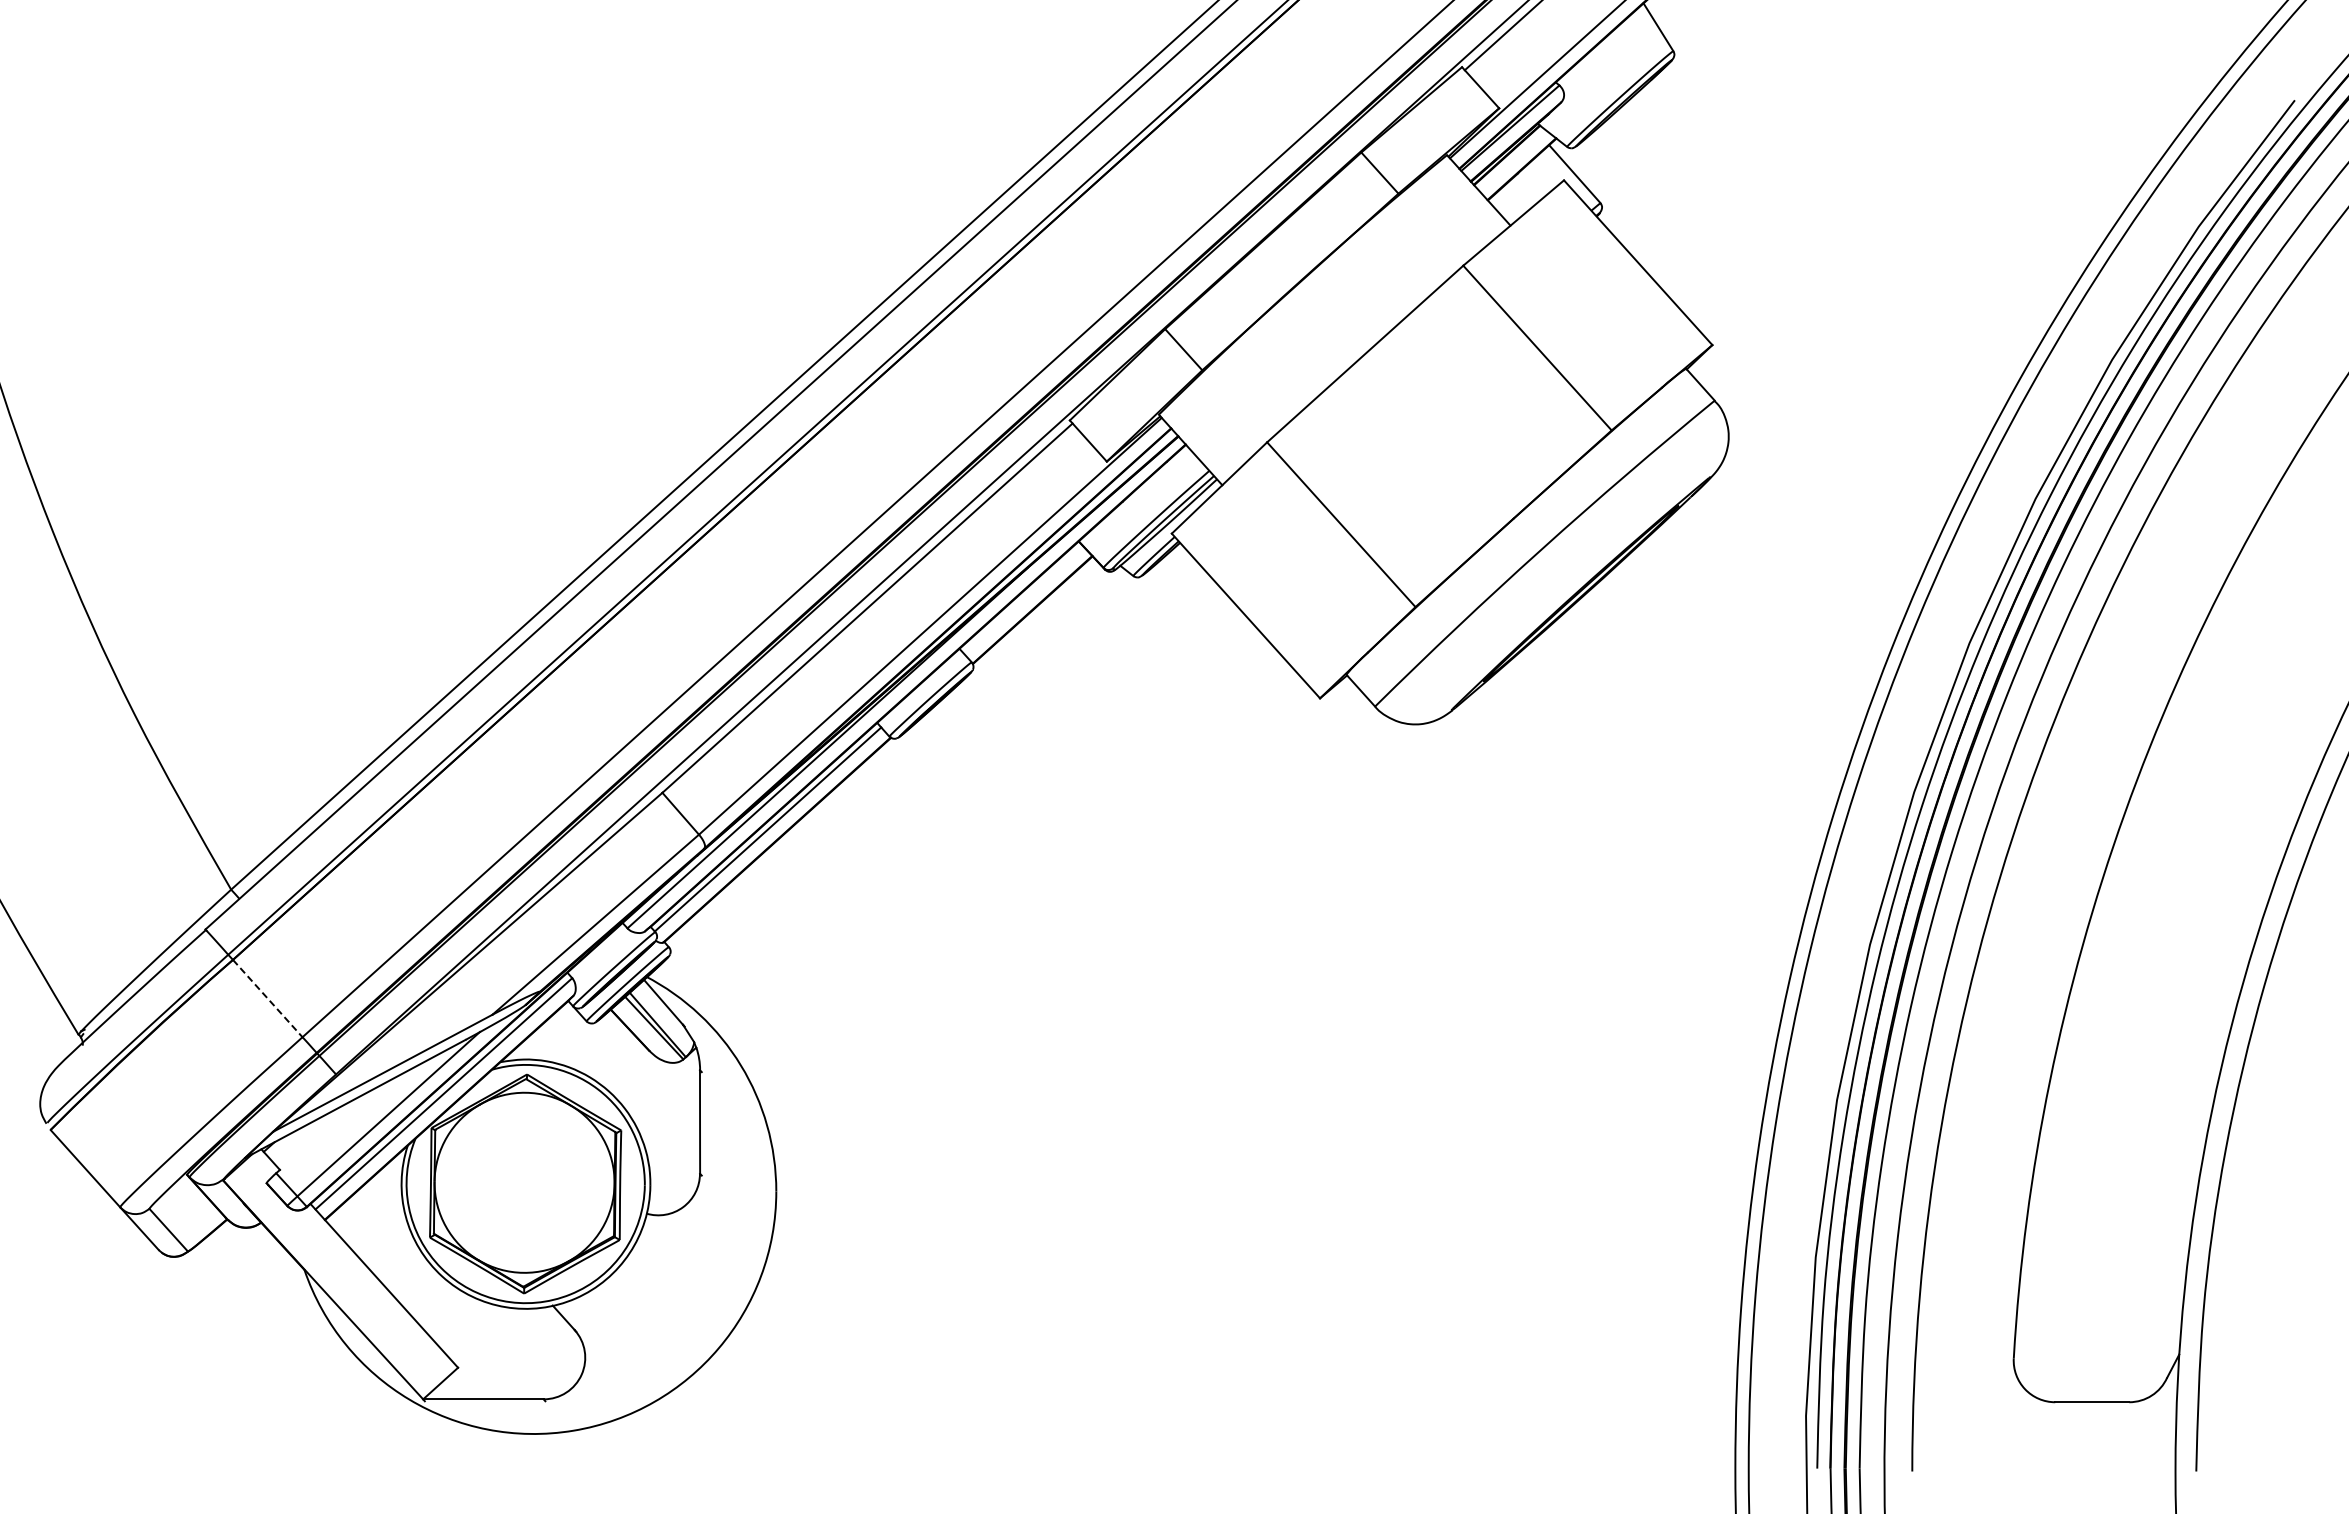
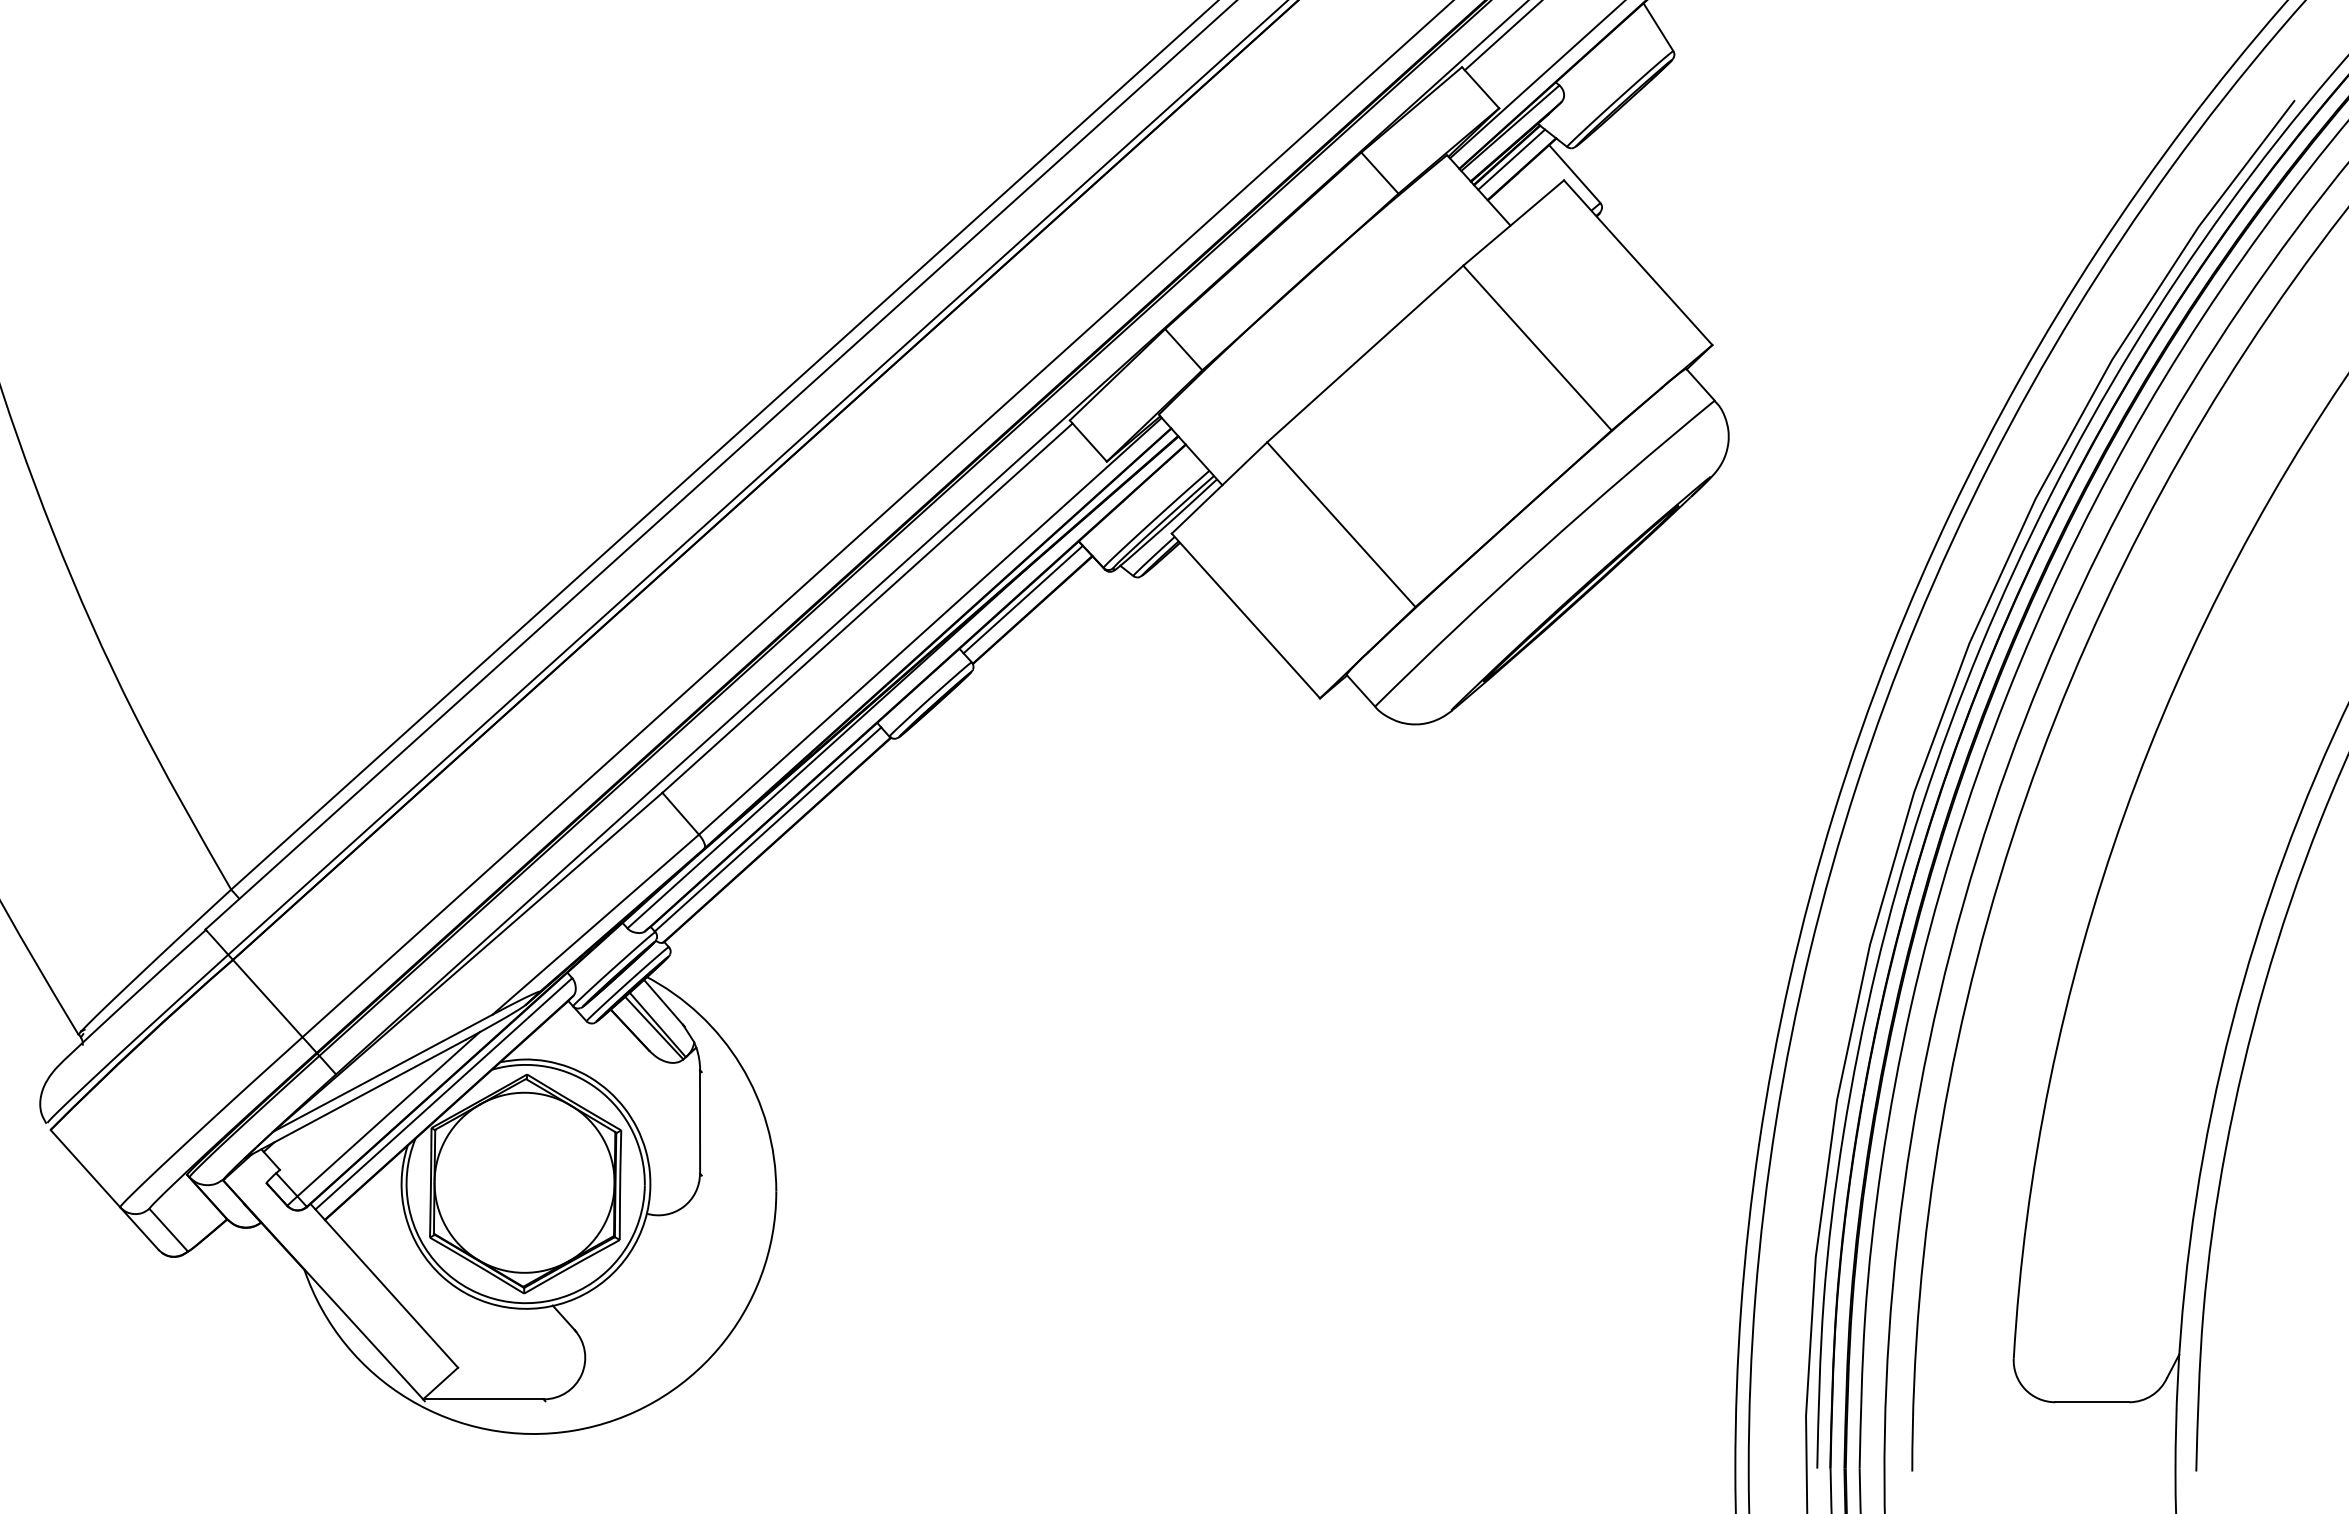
line at (1511, 159): none -> present
line at (1022, 599): none -> present
line at (267, 998): dashed -> solid
